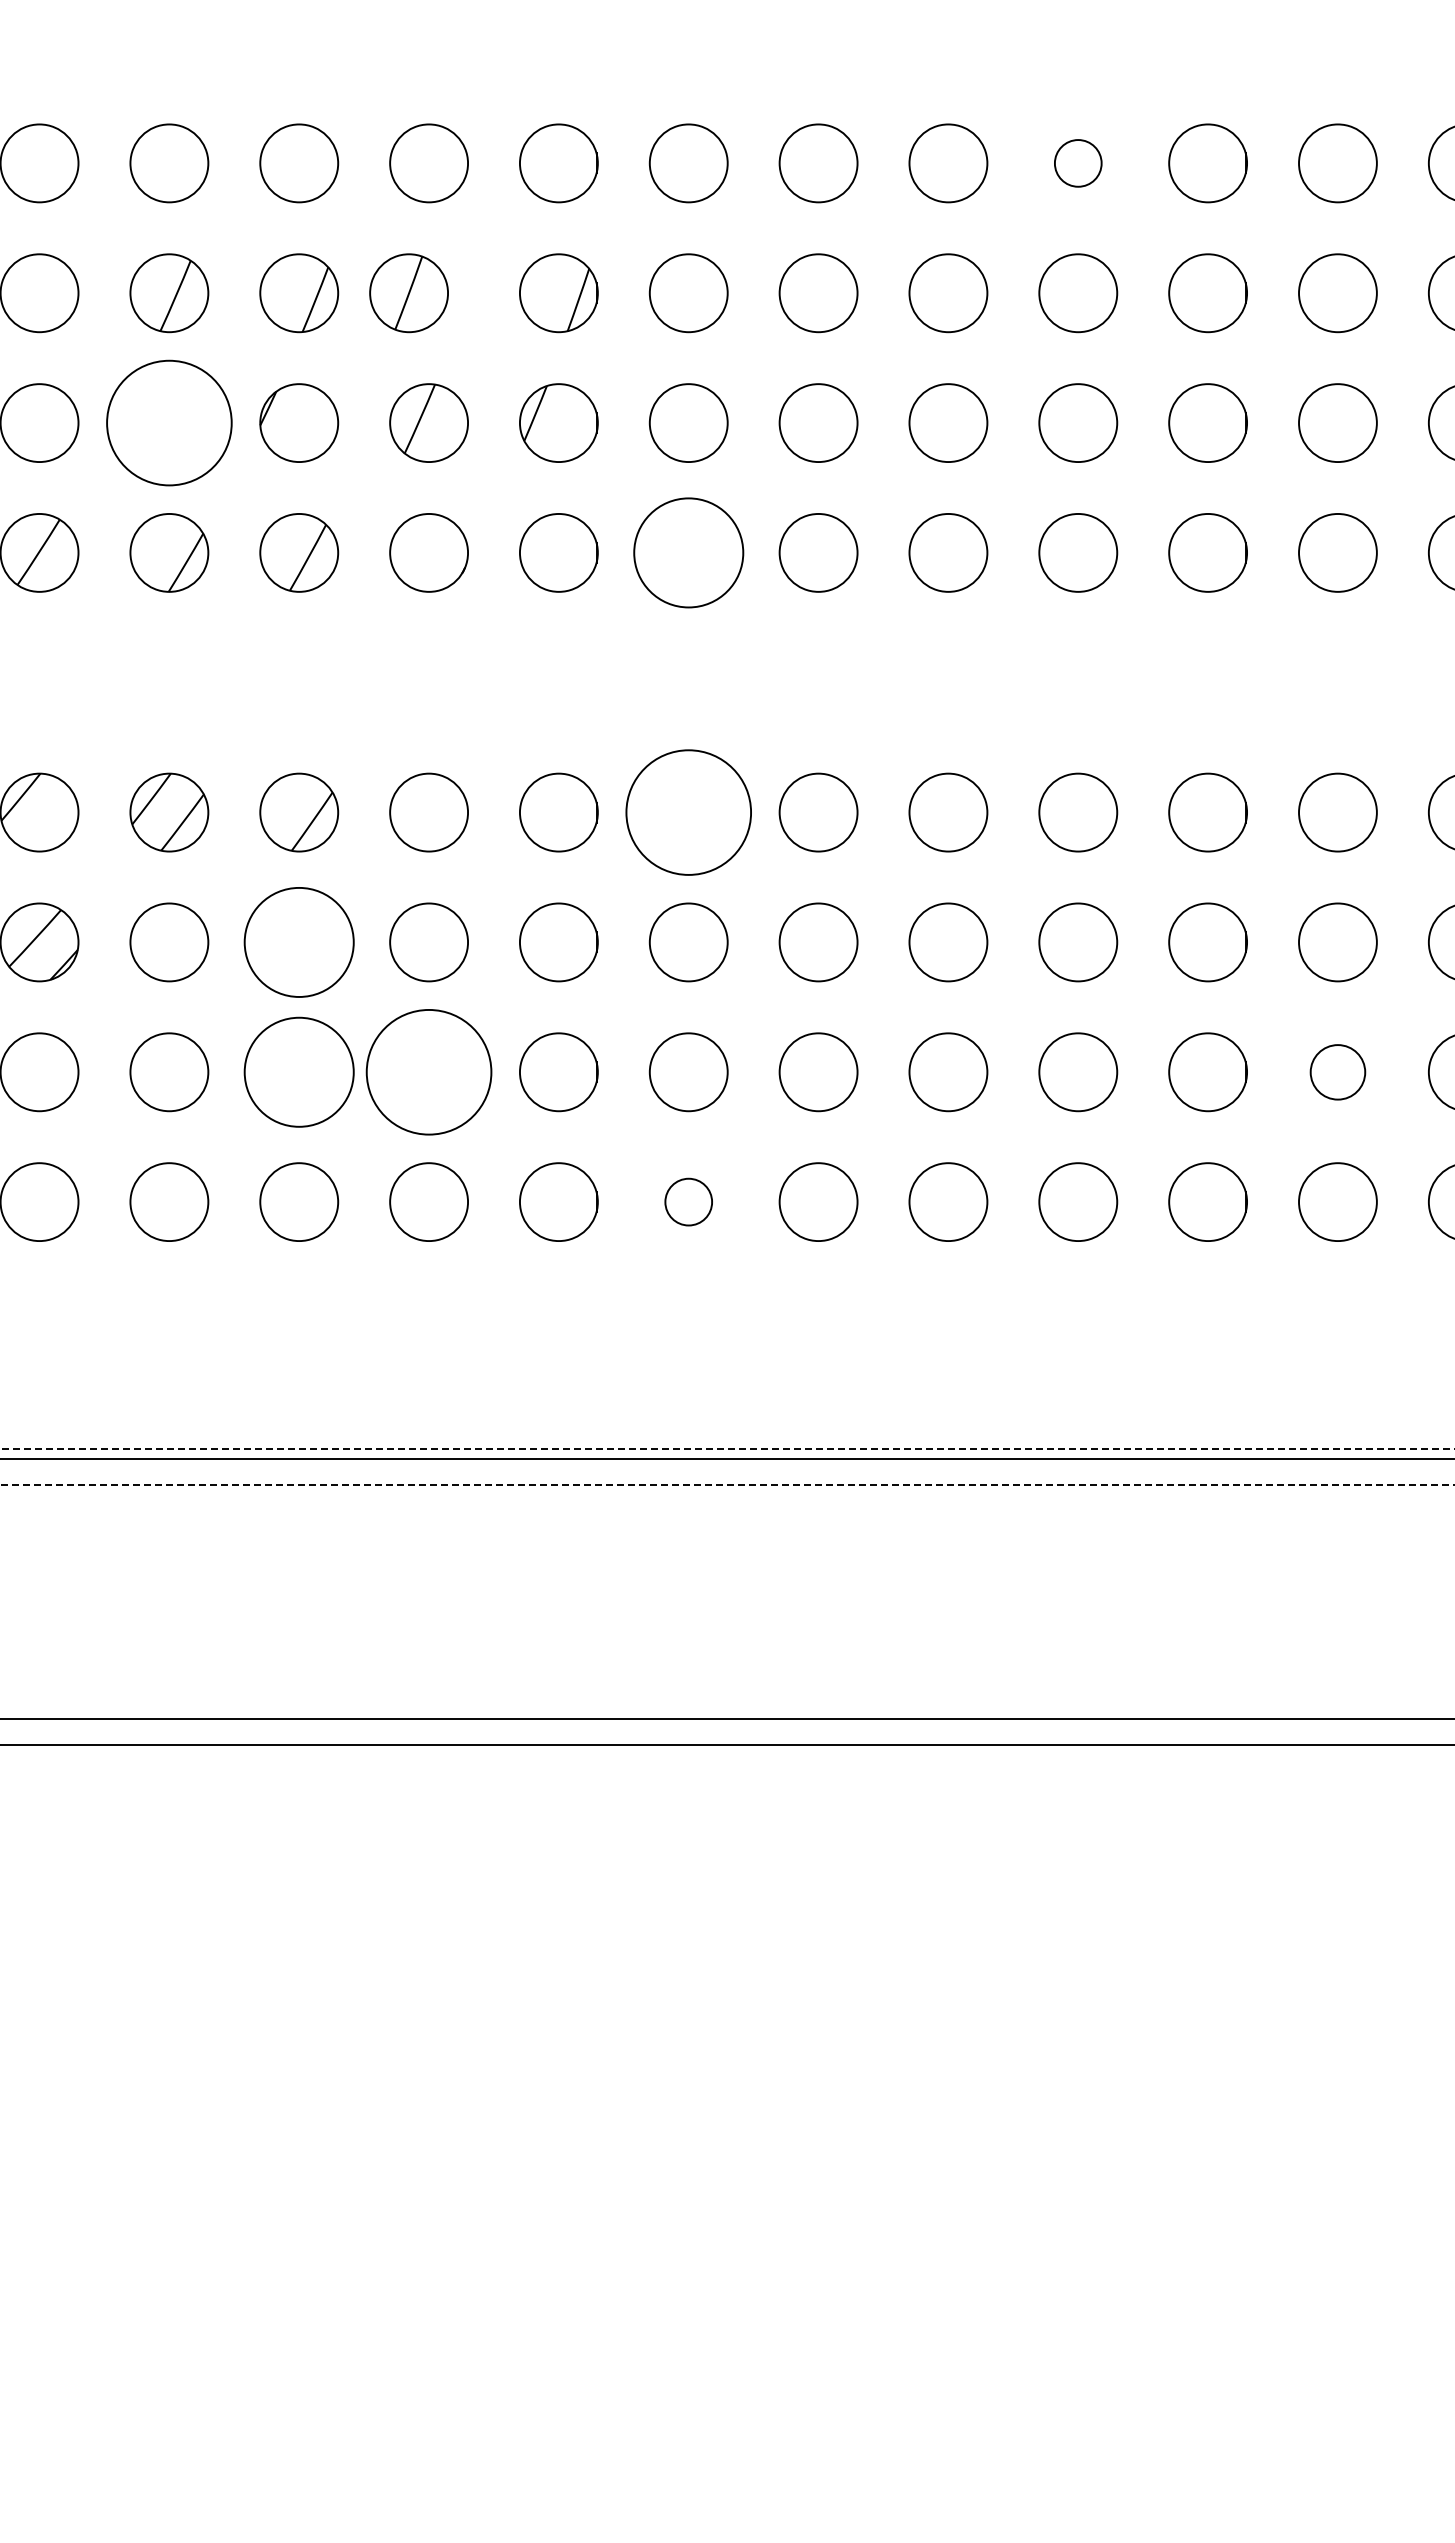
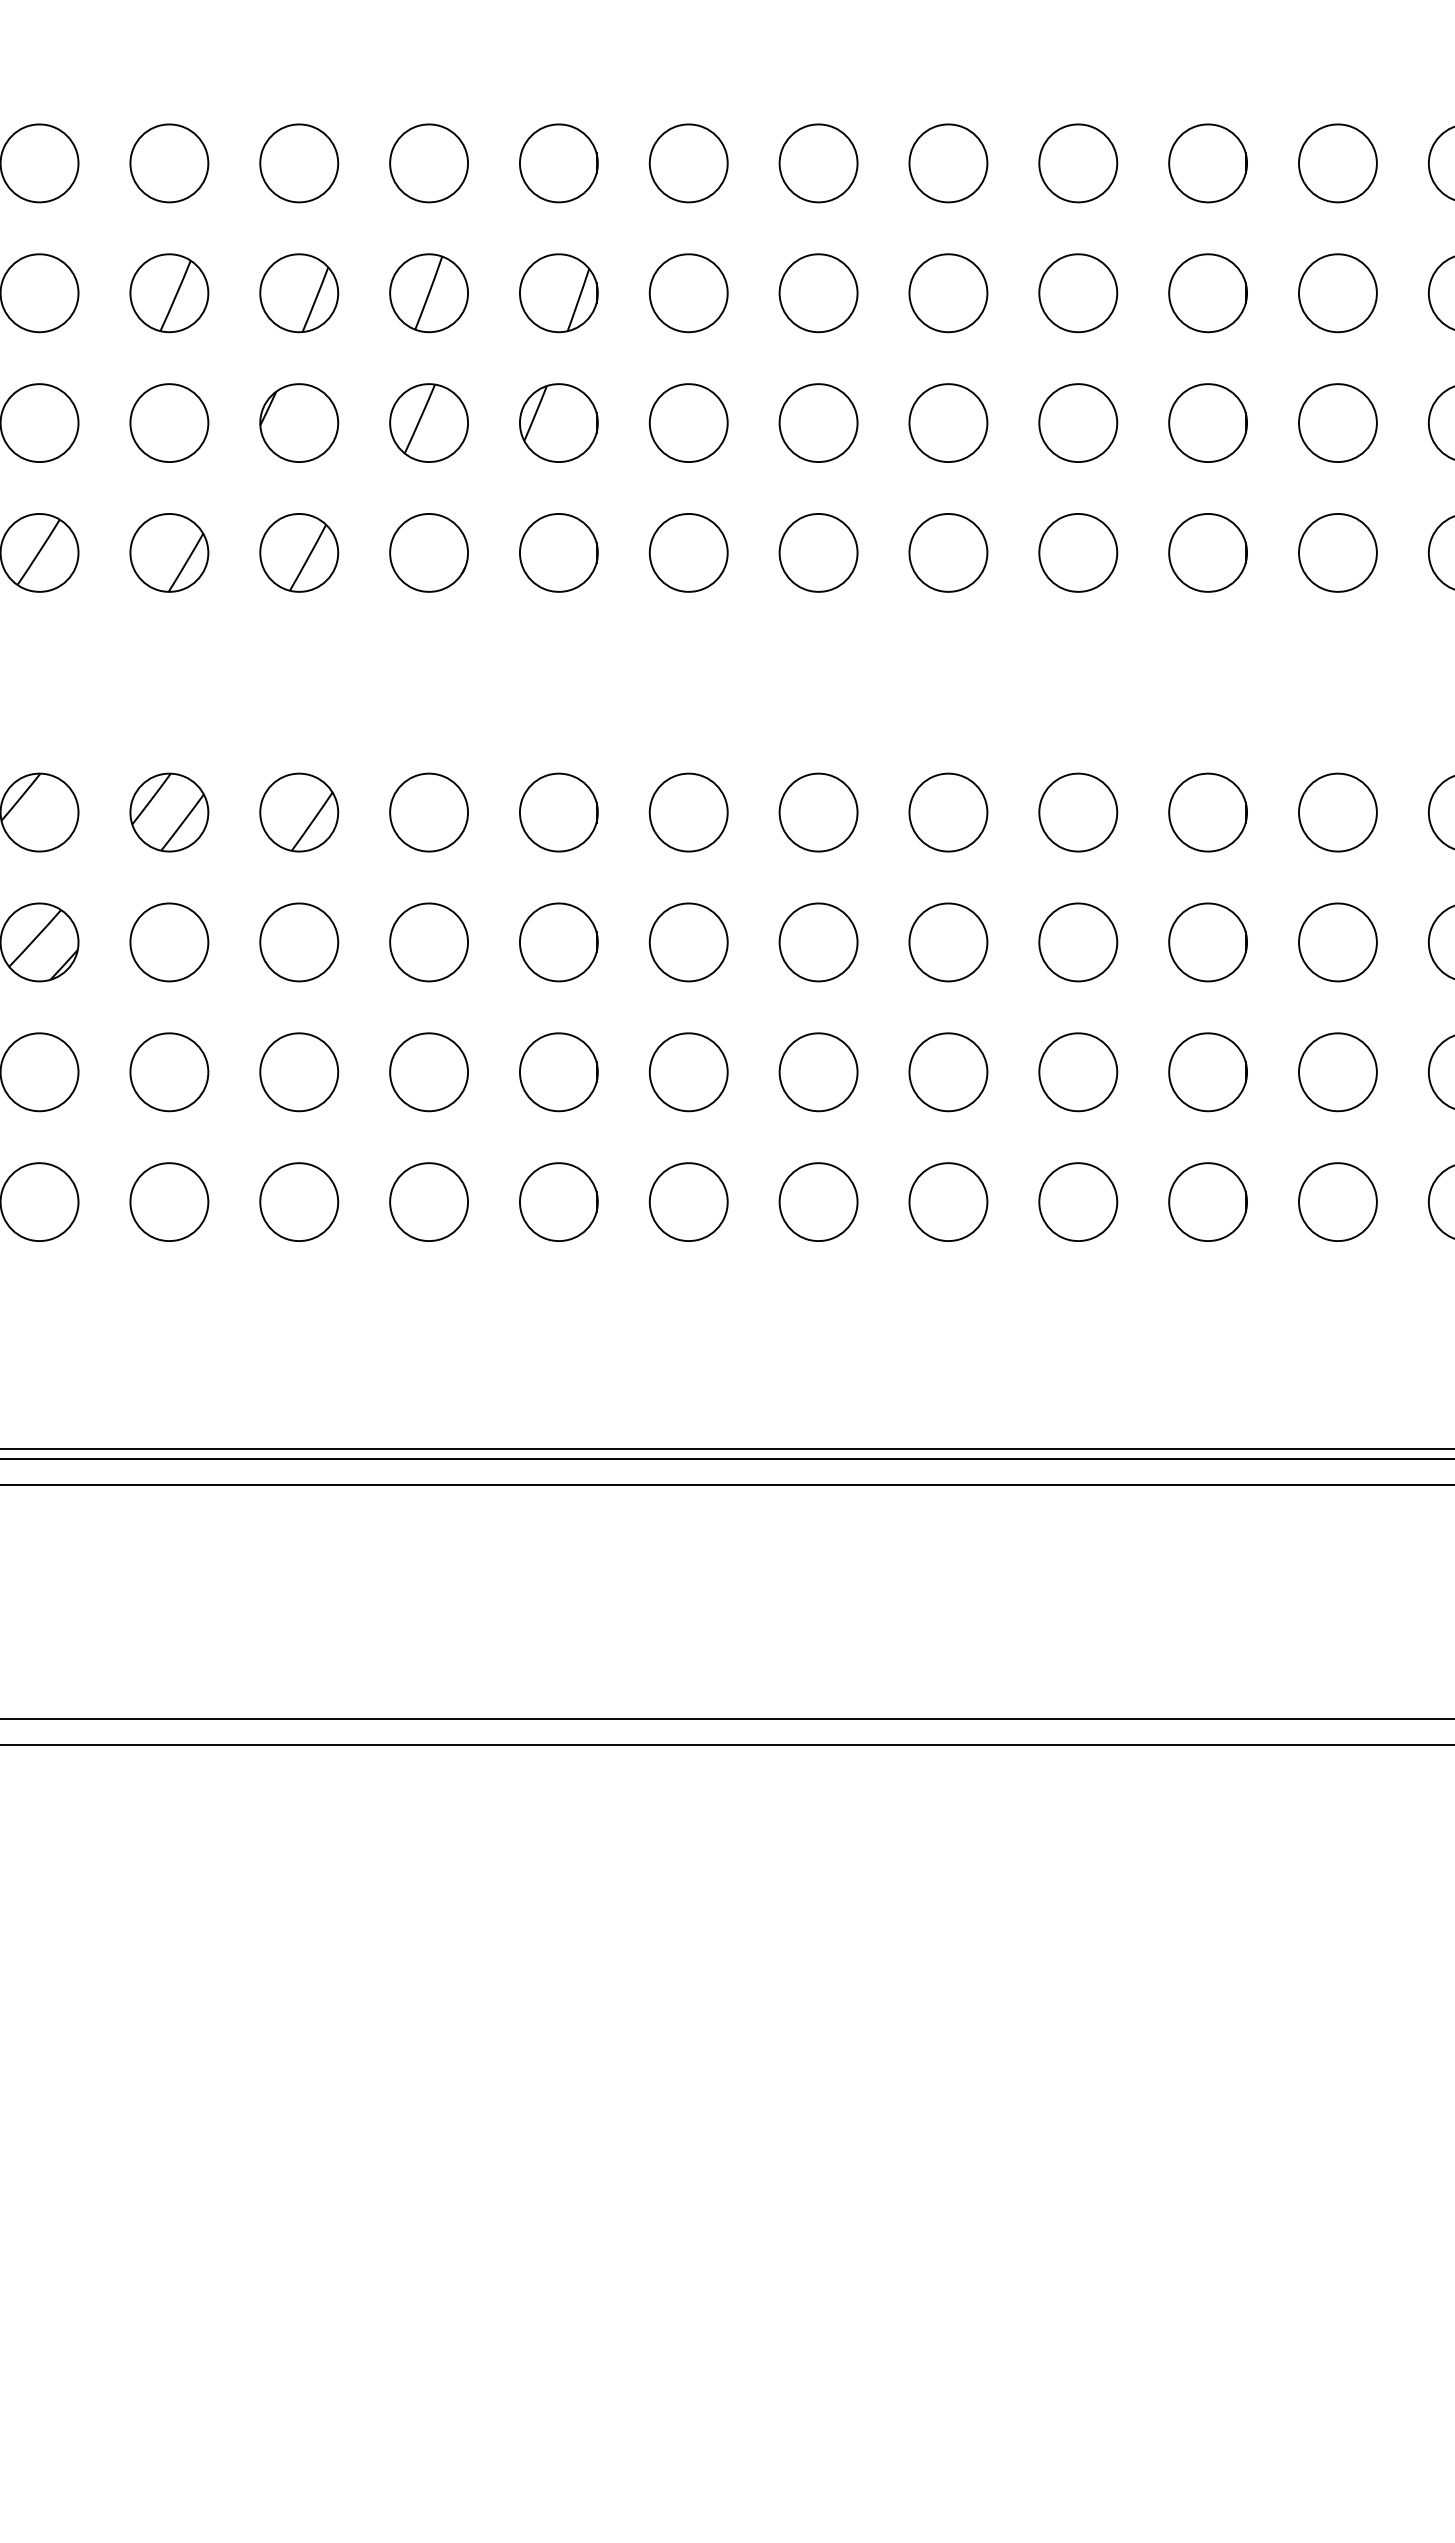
circle at (1077, 163) diameter: 47 px -> 78 px
part at (408, 293) position: (408, 293) -> (428, 293)
circle at (169, 422) diameter: 125 px -> 78 px
circle at (688, 552) diameter: 109 px -> 78 px
circle at (688, 812) diameter: 125 px -> 78 px
circle at (298, 941) diameter: 109 px -> 78 px
circle at (298, 1071) diameter: 109 px -> 78 px
circle at (428, 1071) diameter: 125 px -> 78 px
circle at (1337, 1072) size: 58x57 px -> 80x81 px
circle at (688, 1201) diameter: 47 px -> 78 px
line at (727, 1448): dashed -> solid
line at (728, 1485): dashed -> solid
